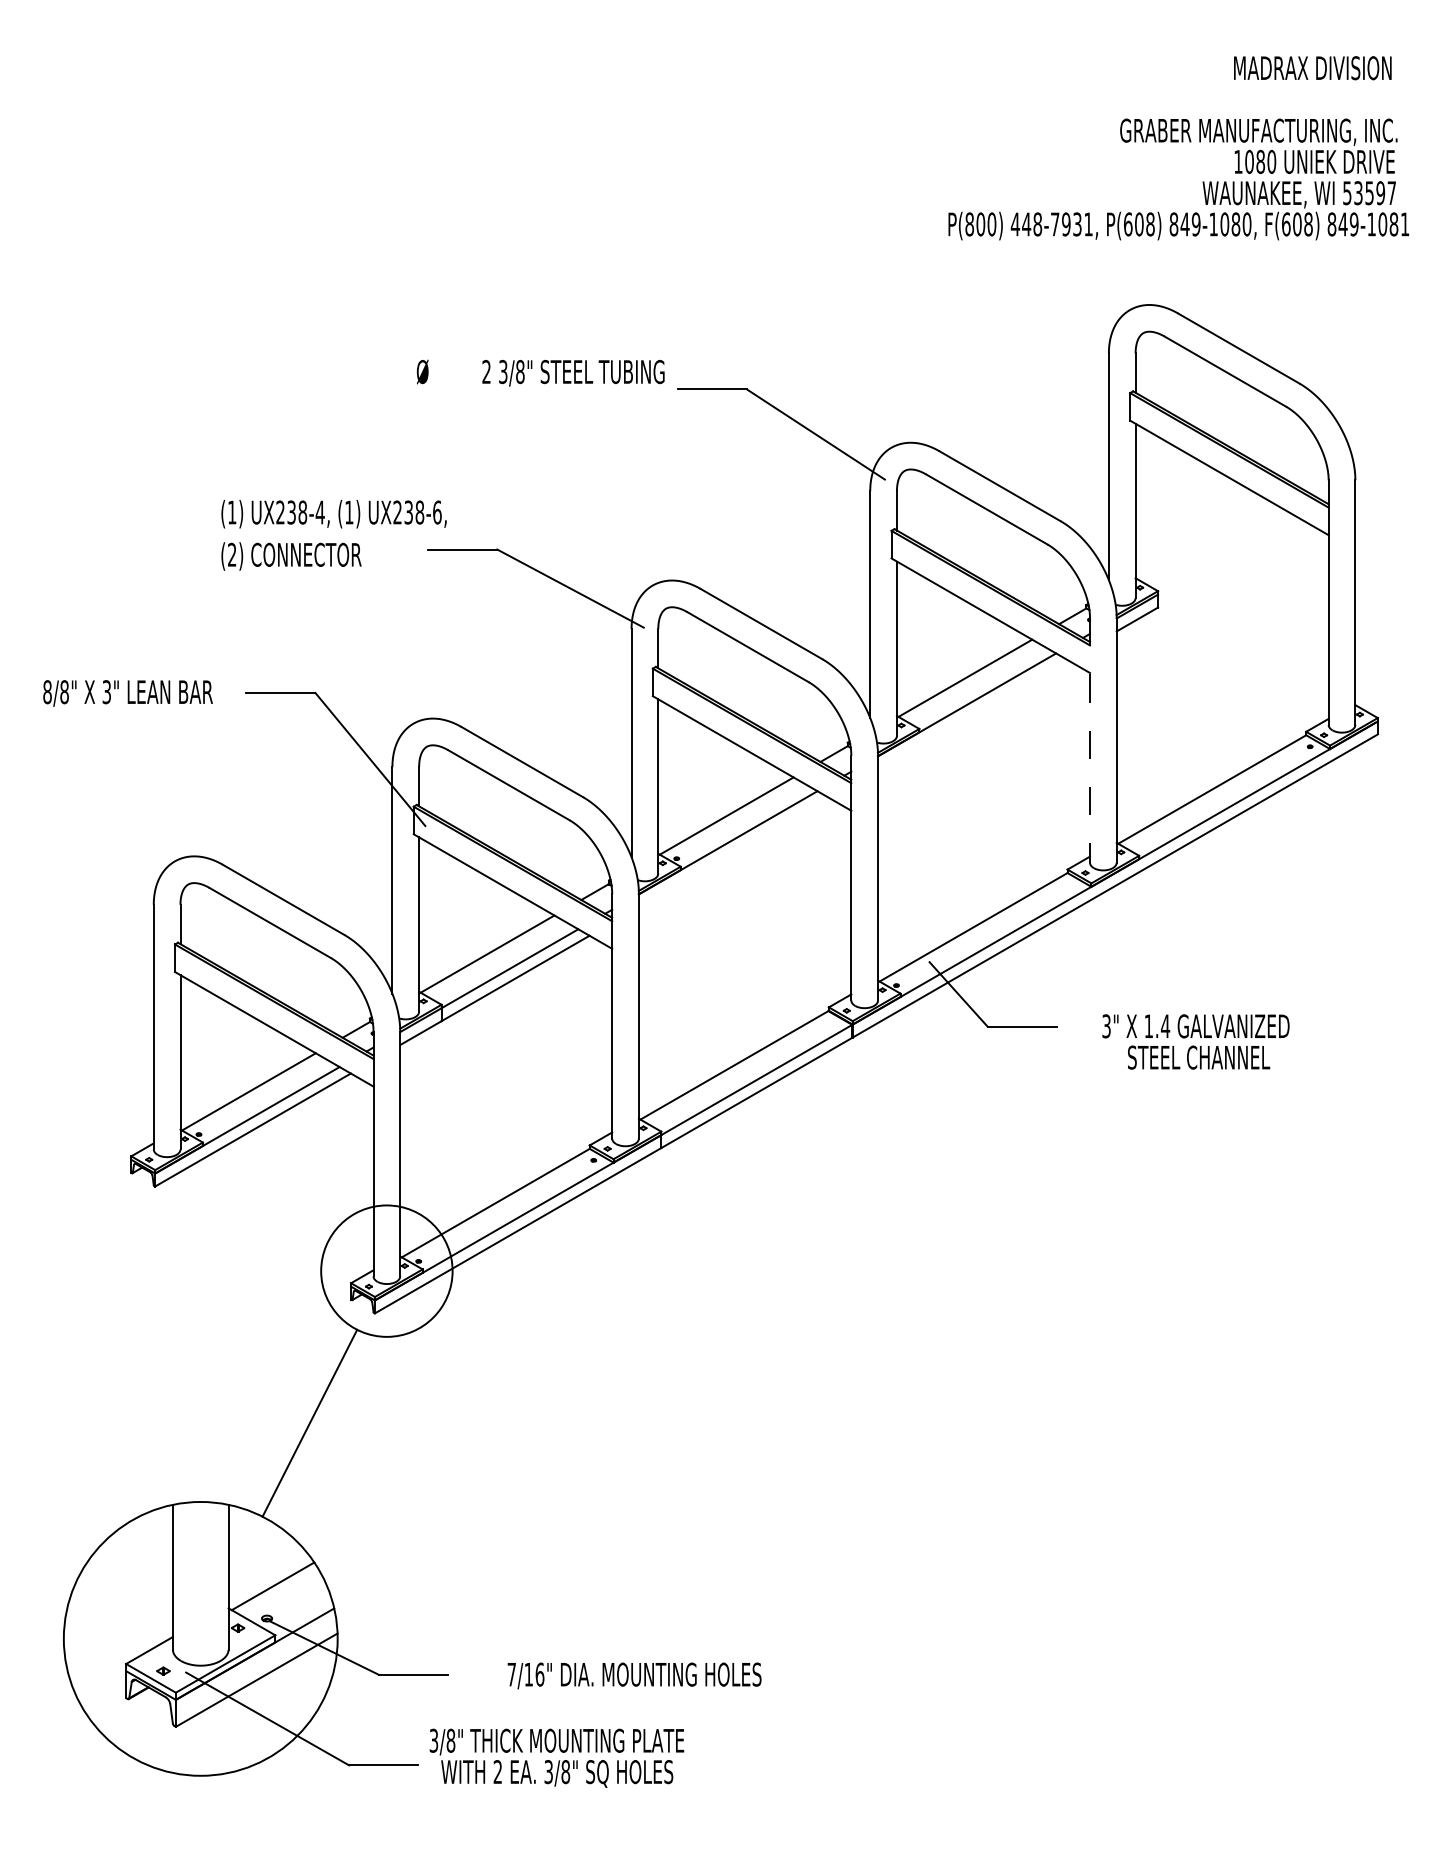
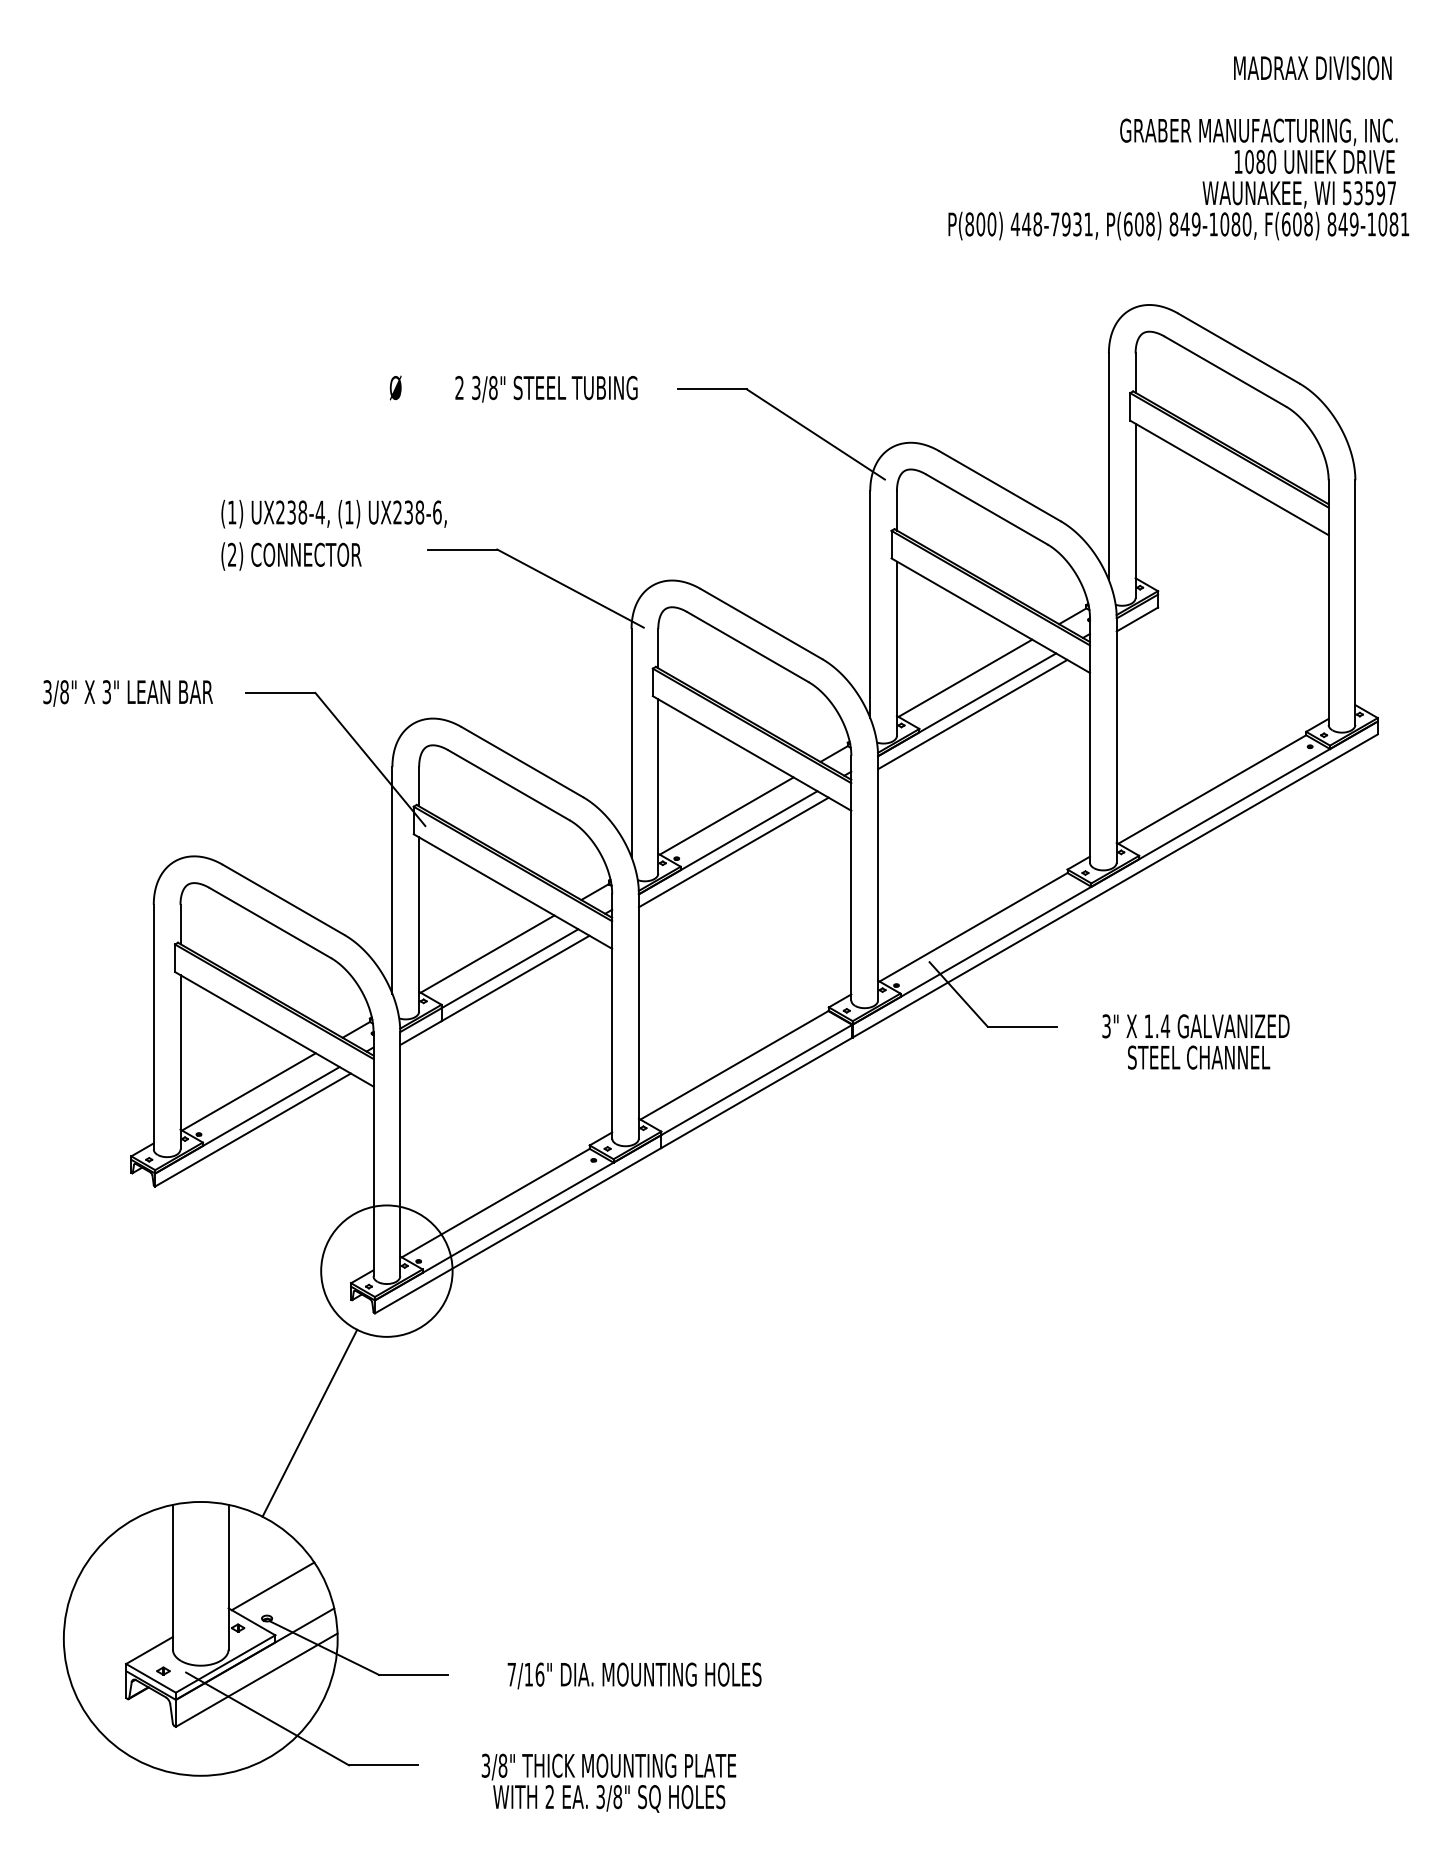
text at (540, 372) position: (540, 372) -> (513, 388)
text at (47, 692): 8/8" -> 3/8"
line at (972, 714): none -> present
line at (1090, 740): dashed -> solid
line at (733, 852): none -> present
text at (556, 1757) position: (556, 1757) -> (608, 1782)
